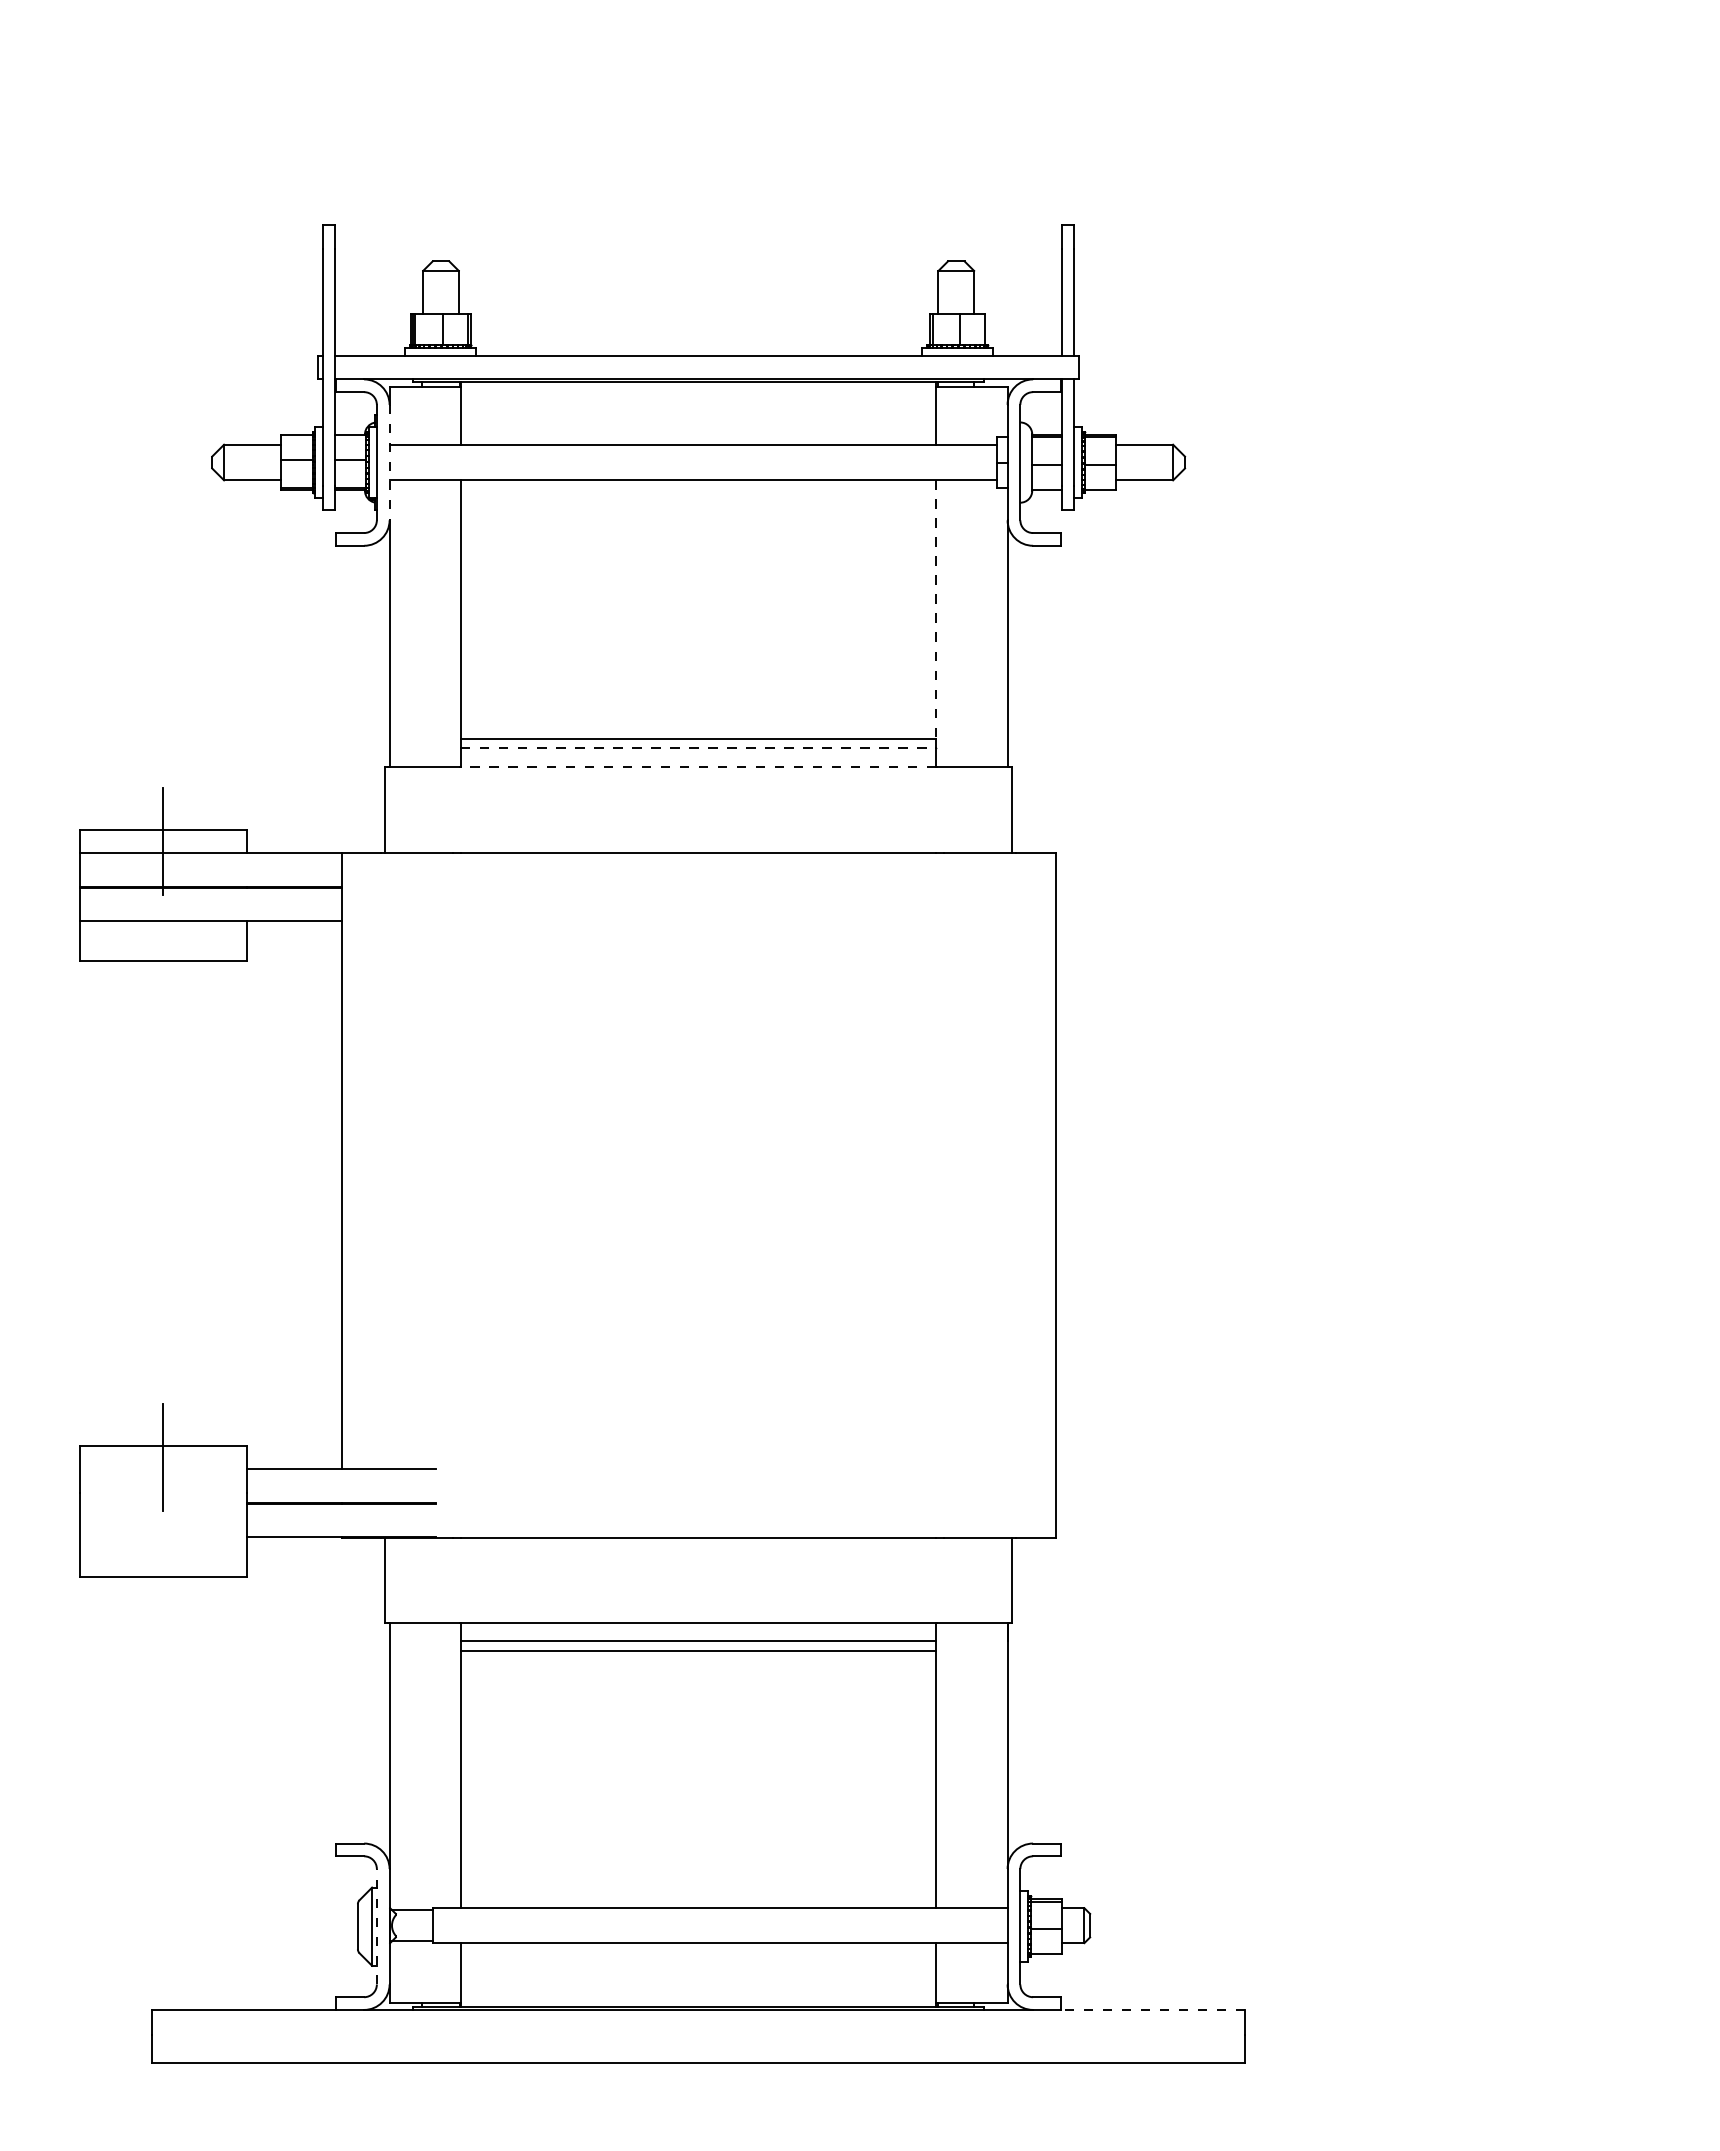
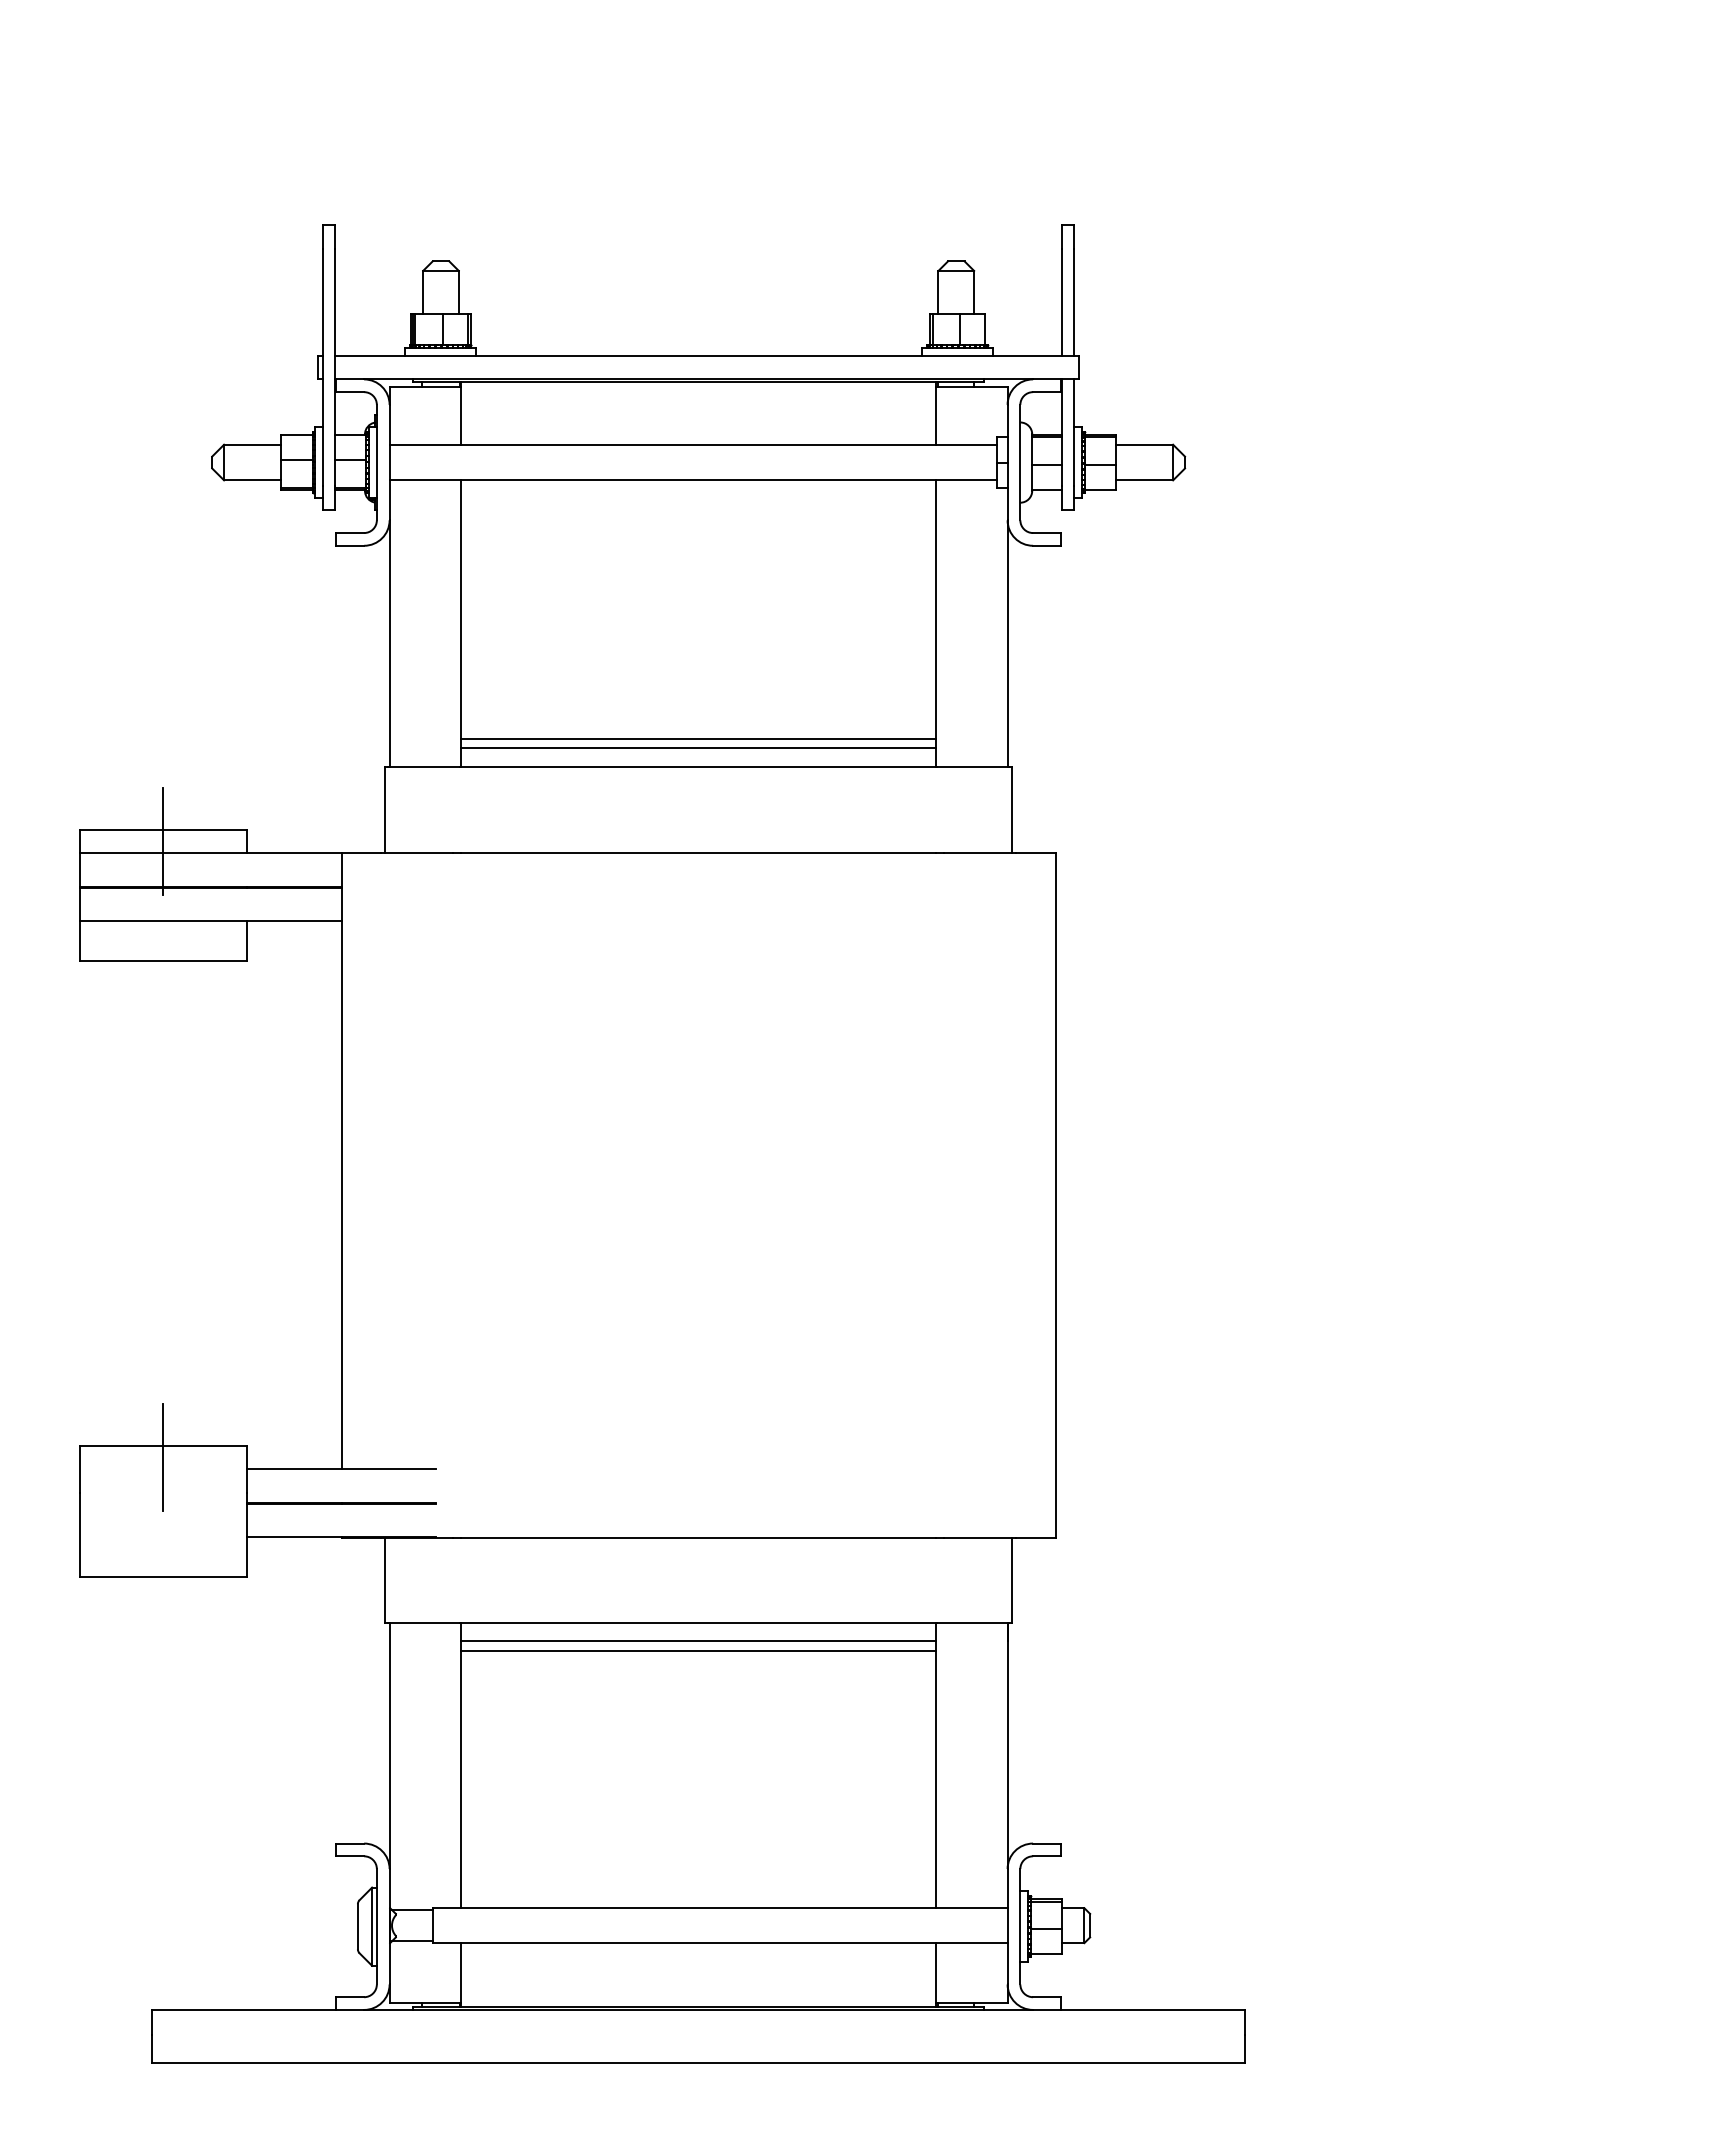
line at (389, 462): dashed -> solid
line at (936, 610): dashed -> solid
line at (698, 748): dashed -> solid
line at (698, 767): dashed -> solid
line at (376, 1926): dashed -> solid
line at (1152, 2009): dashed -> solid
